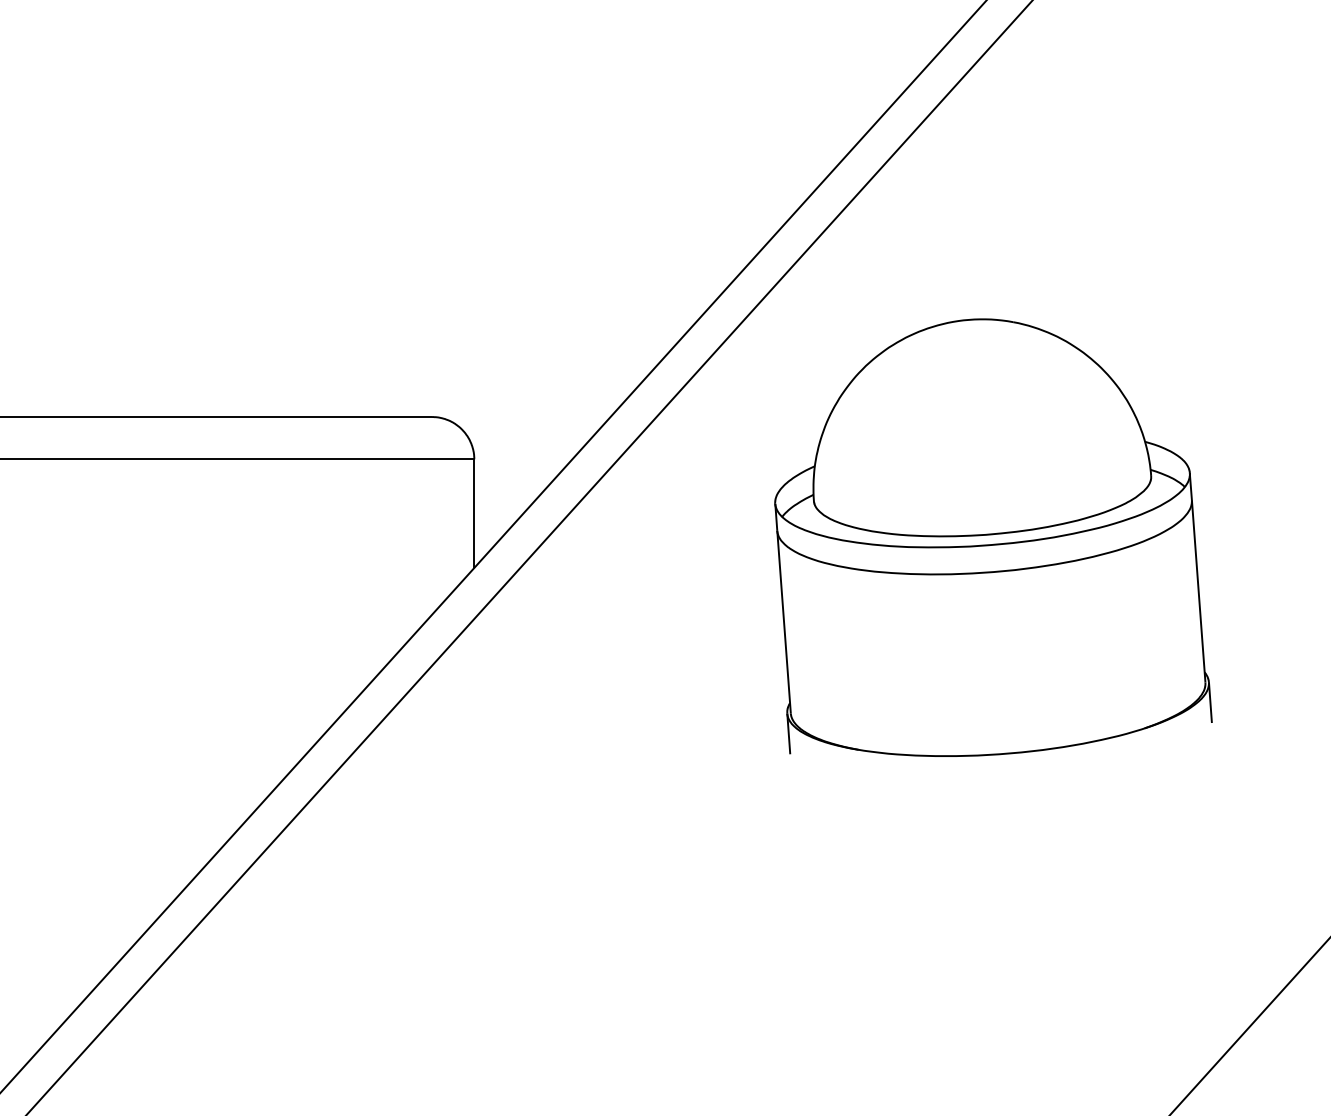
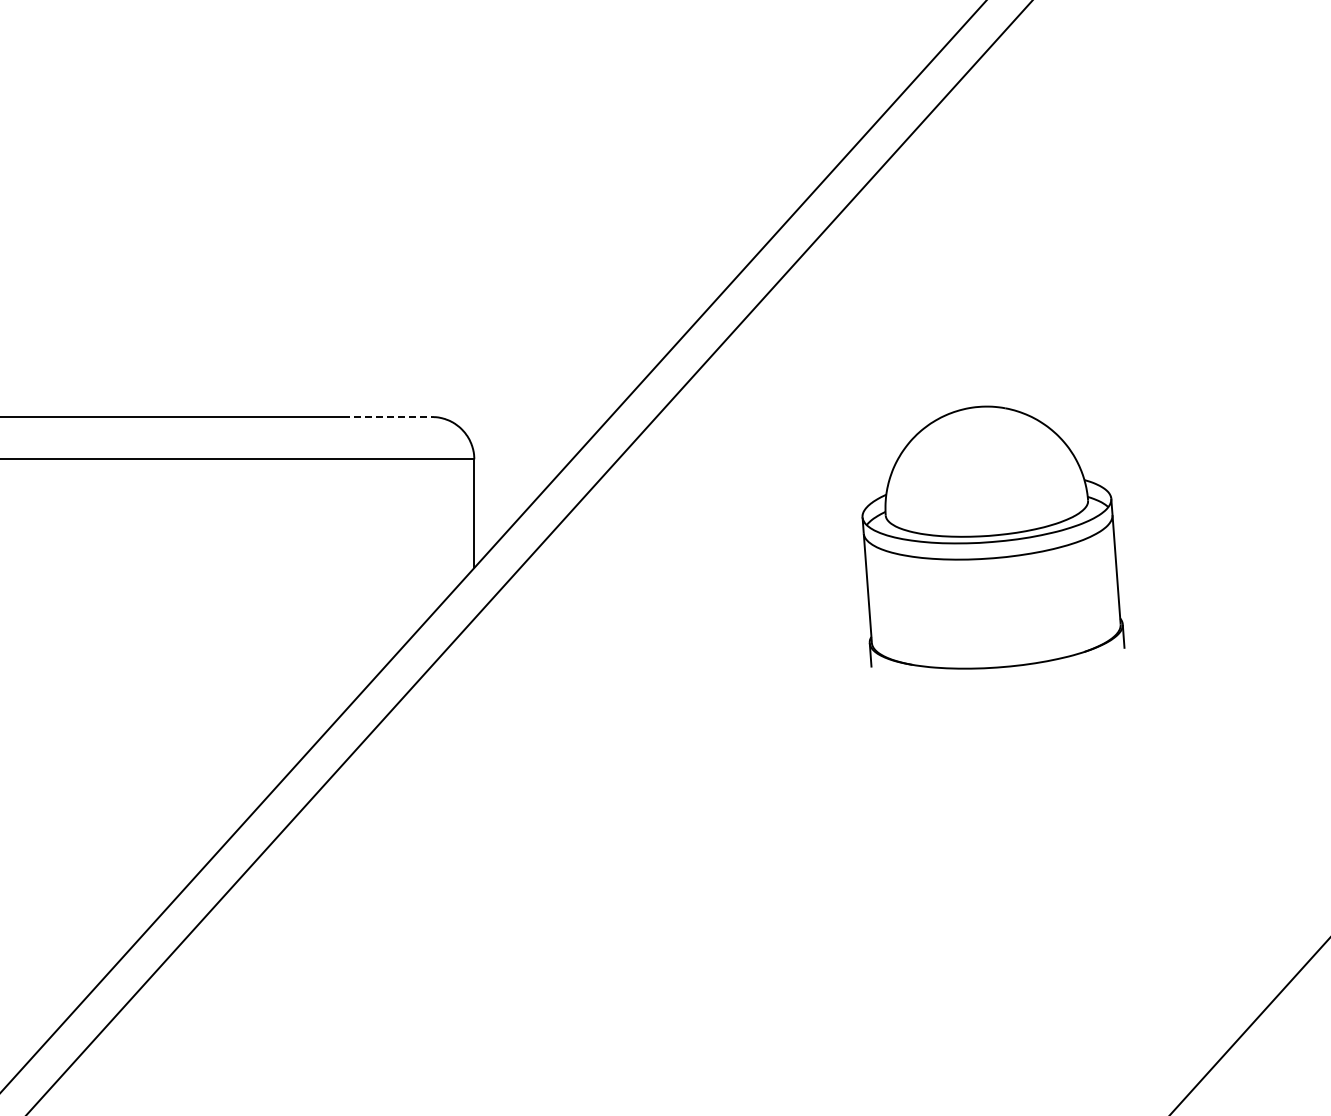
line at (388, 417): solid -> dashed
part at (993, 537) size: 439x439 px -> 265x265 px
